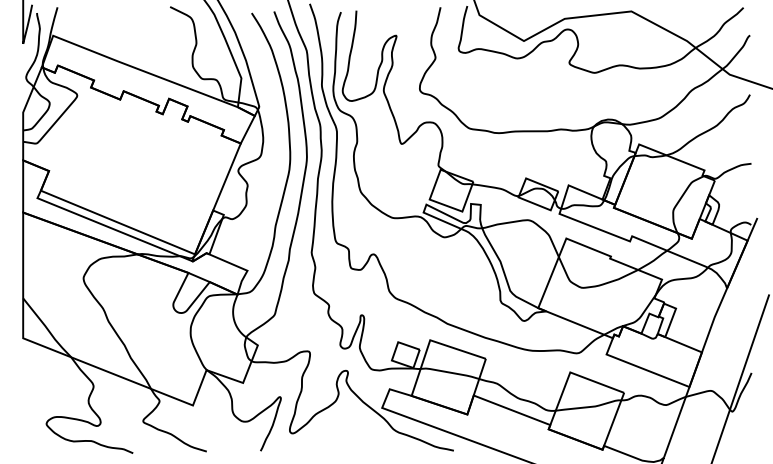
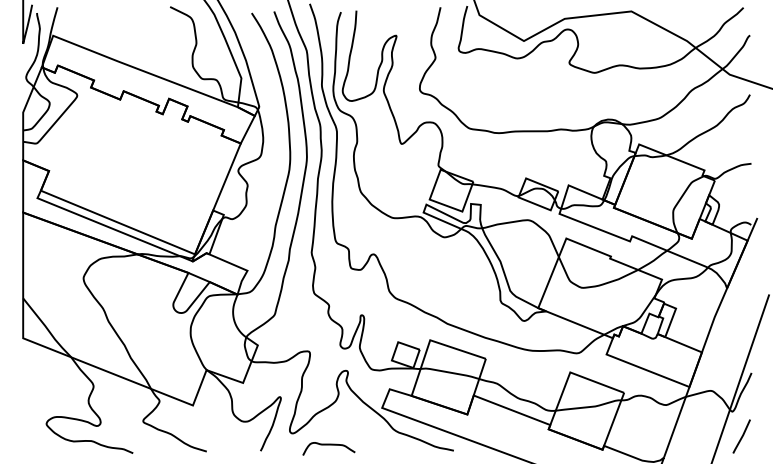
line at (741, 436): none -> present
curve at (328, 445): none -> present
